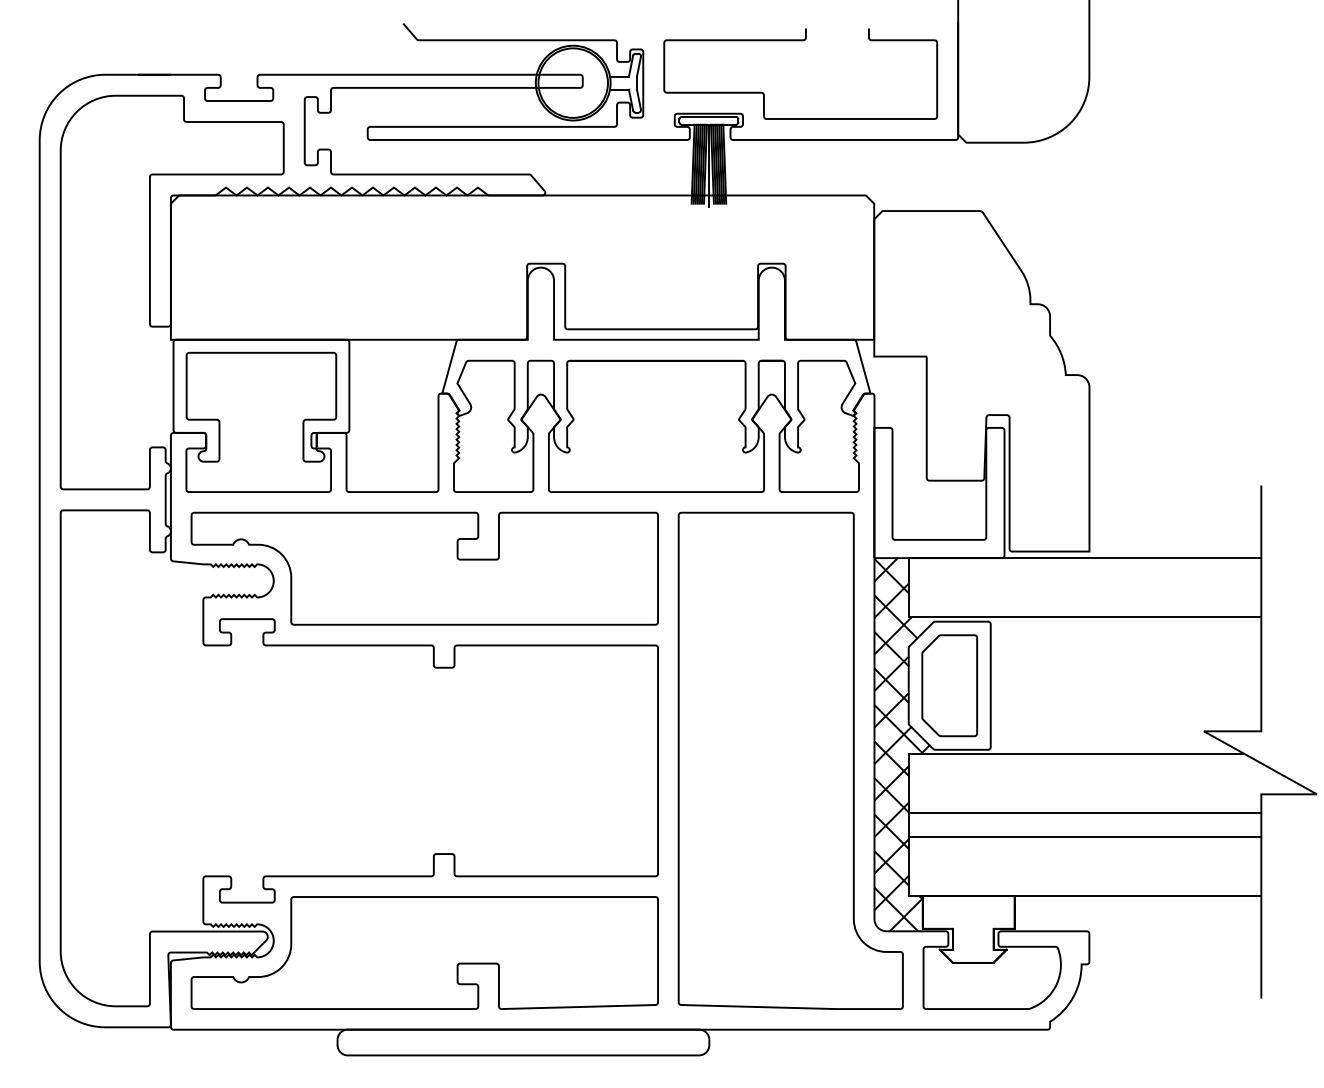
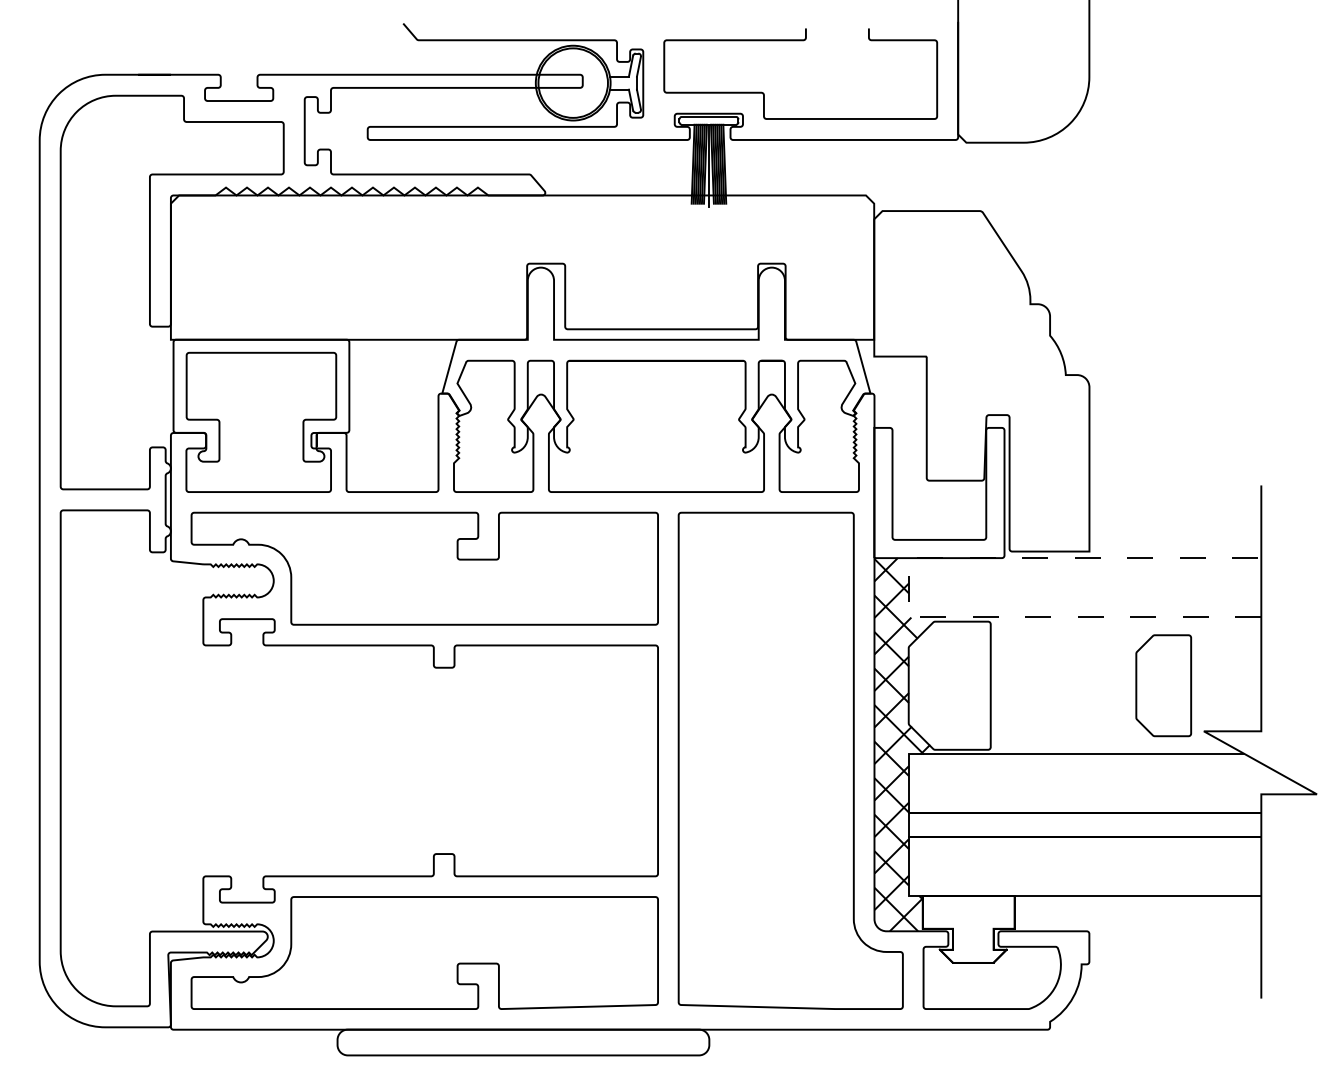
line at (908, 587): solid -> dashed
part at (949, 685) position: (949, 685) -> (1163, 685)
